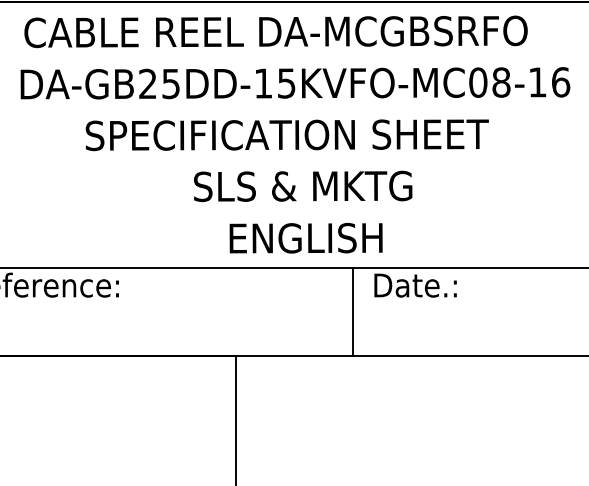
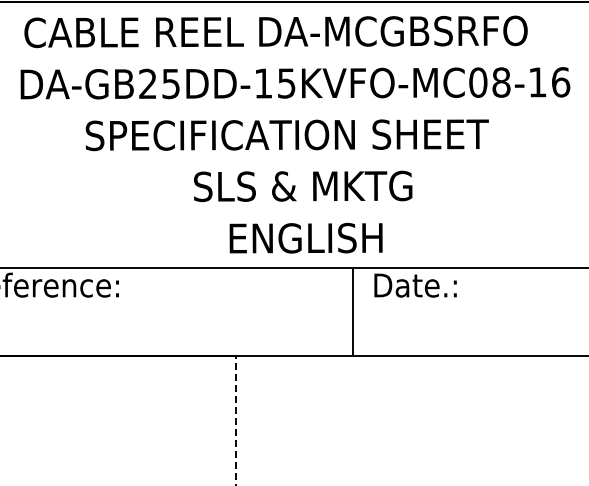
line at (235, 420): solid -> dashed
